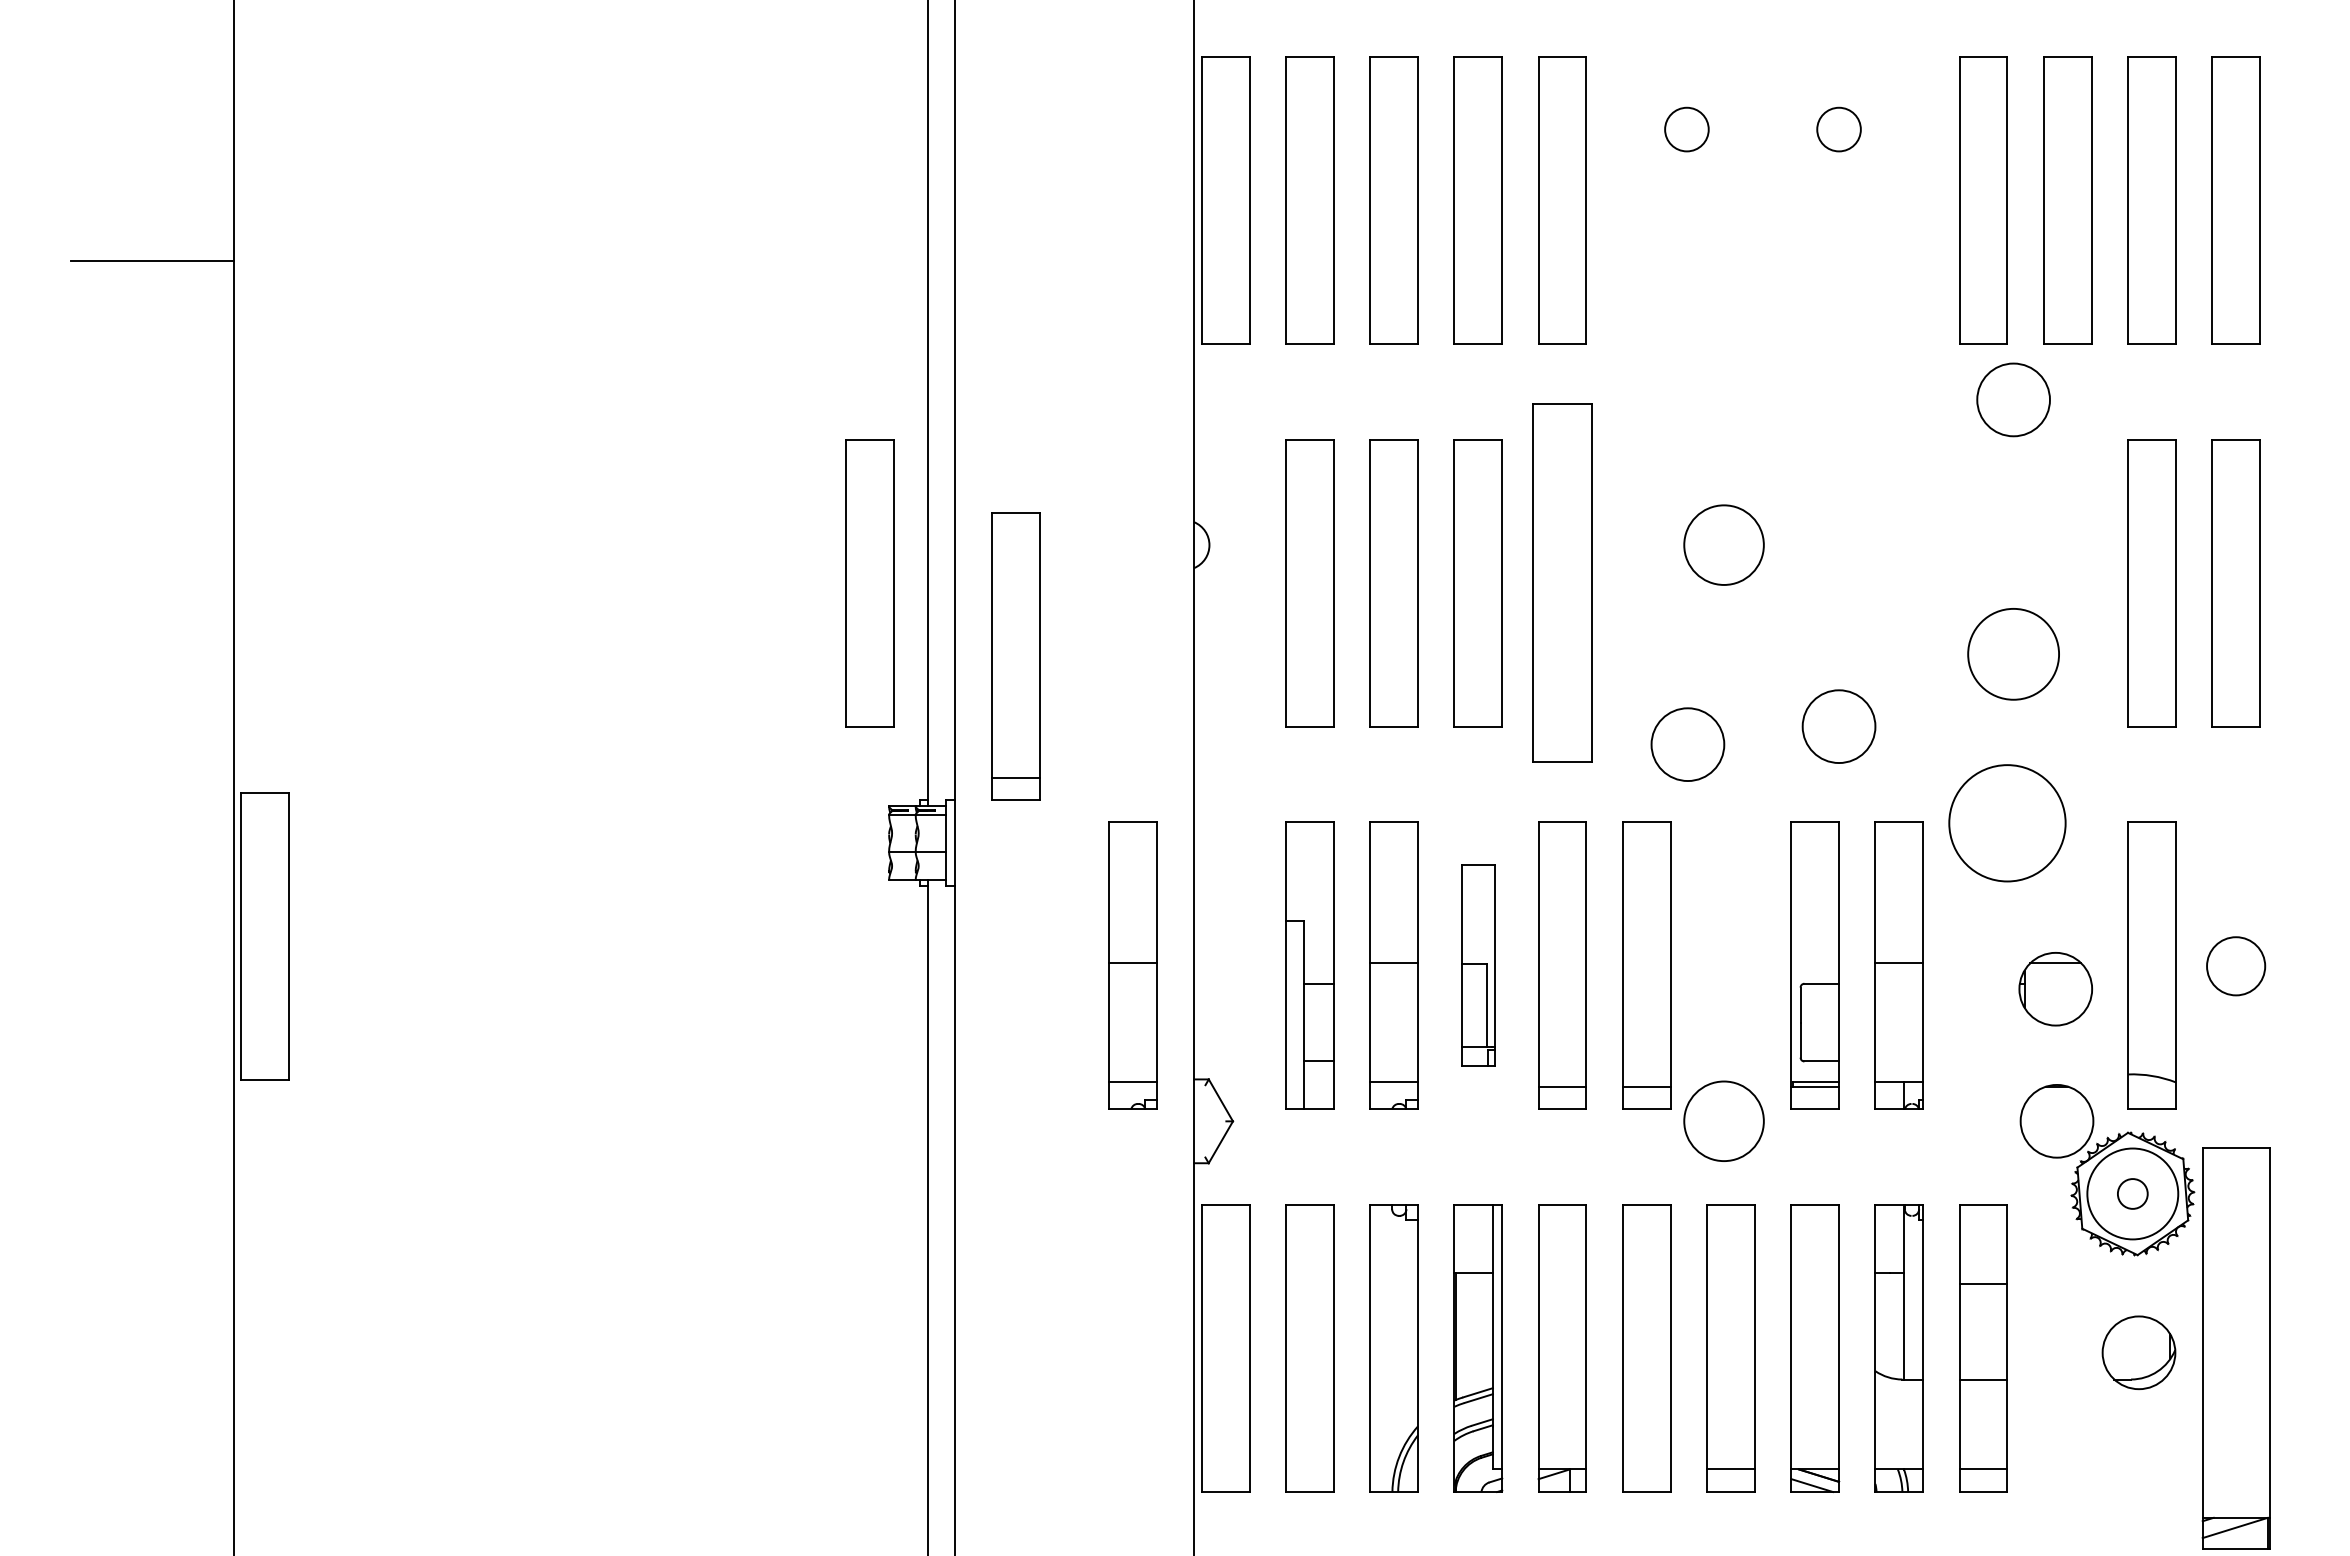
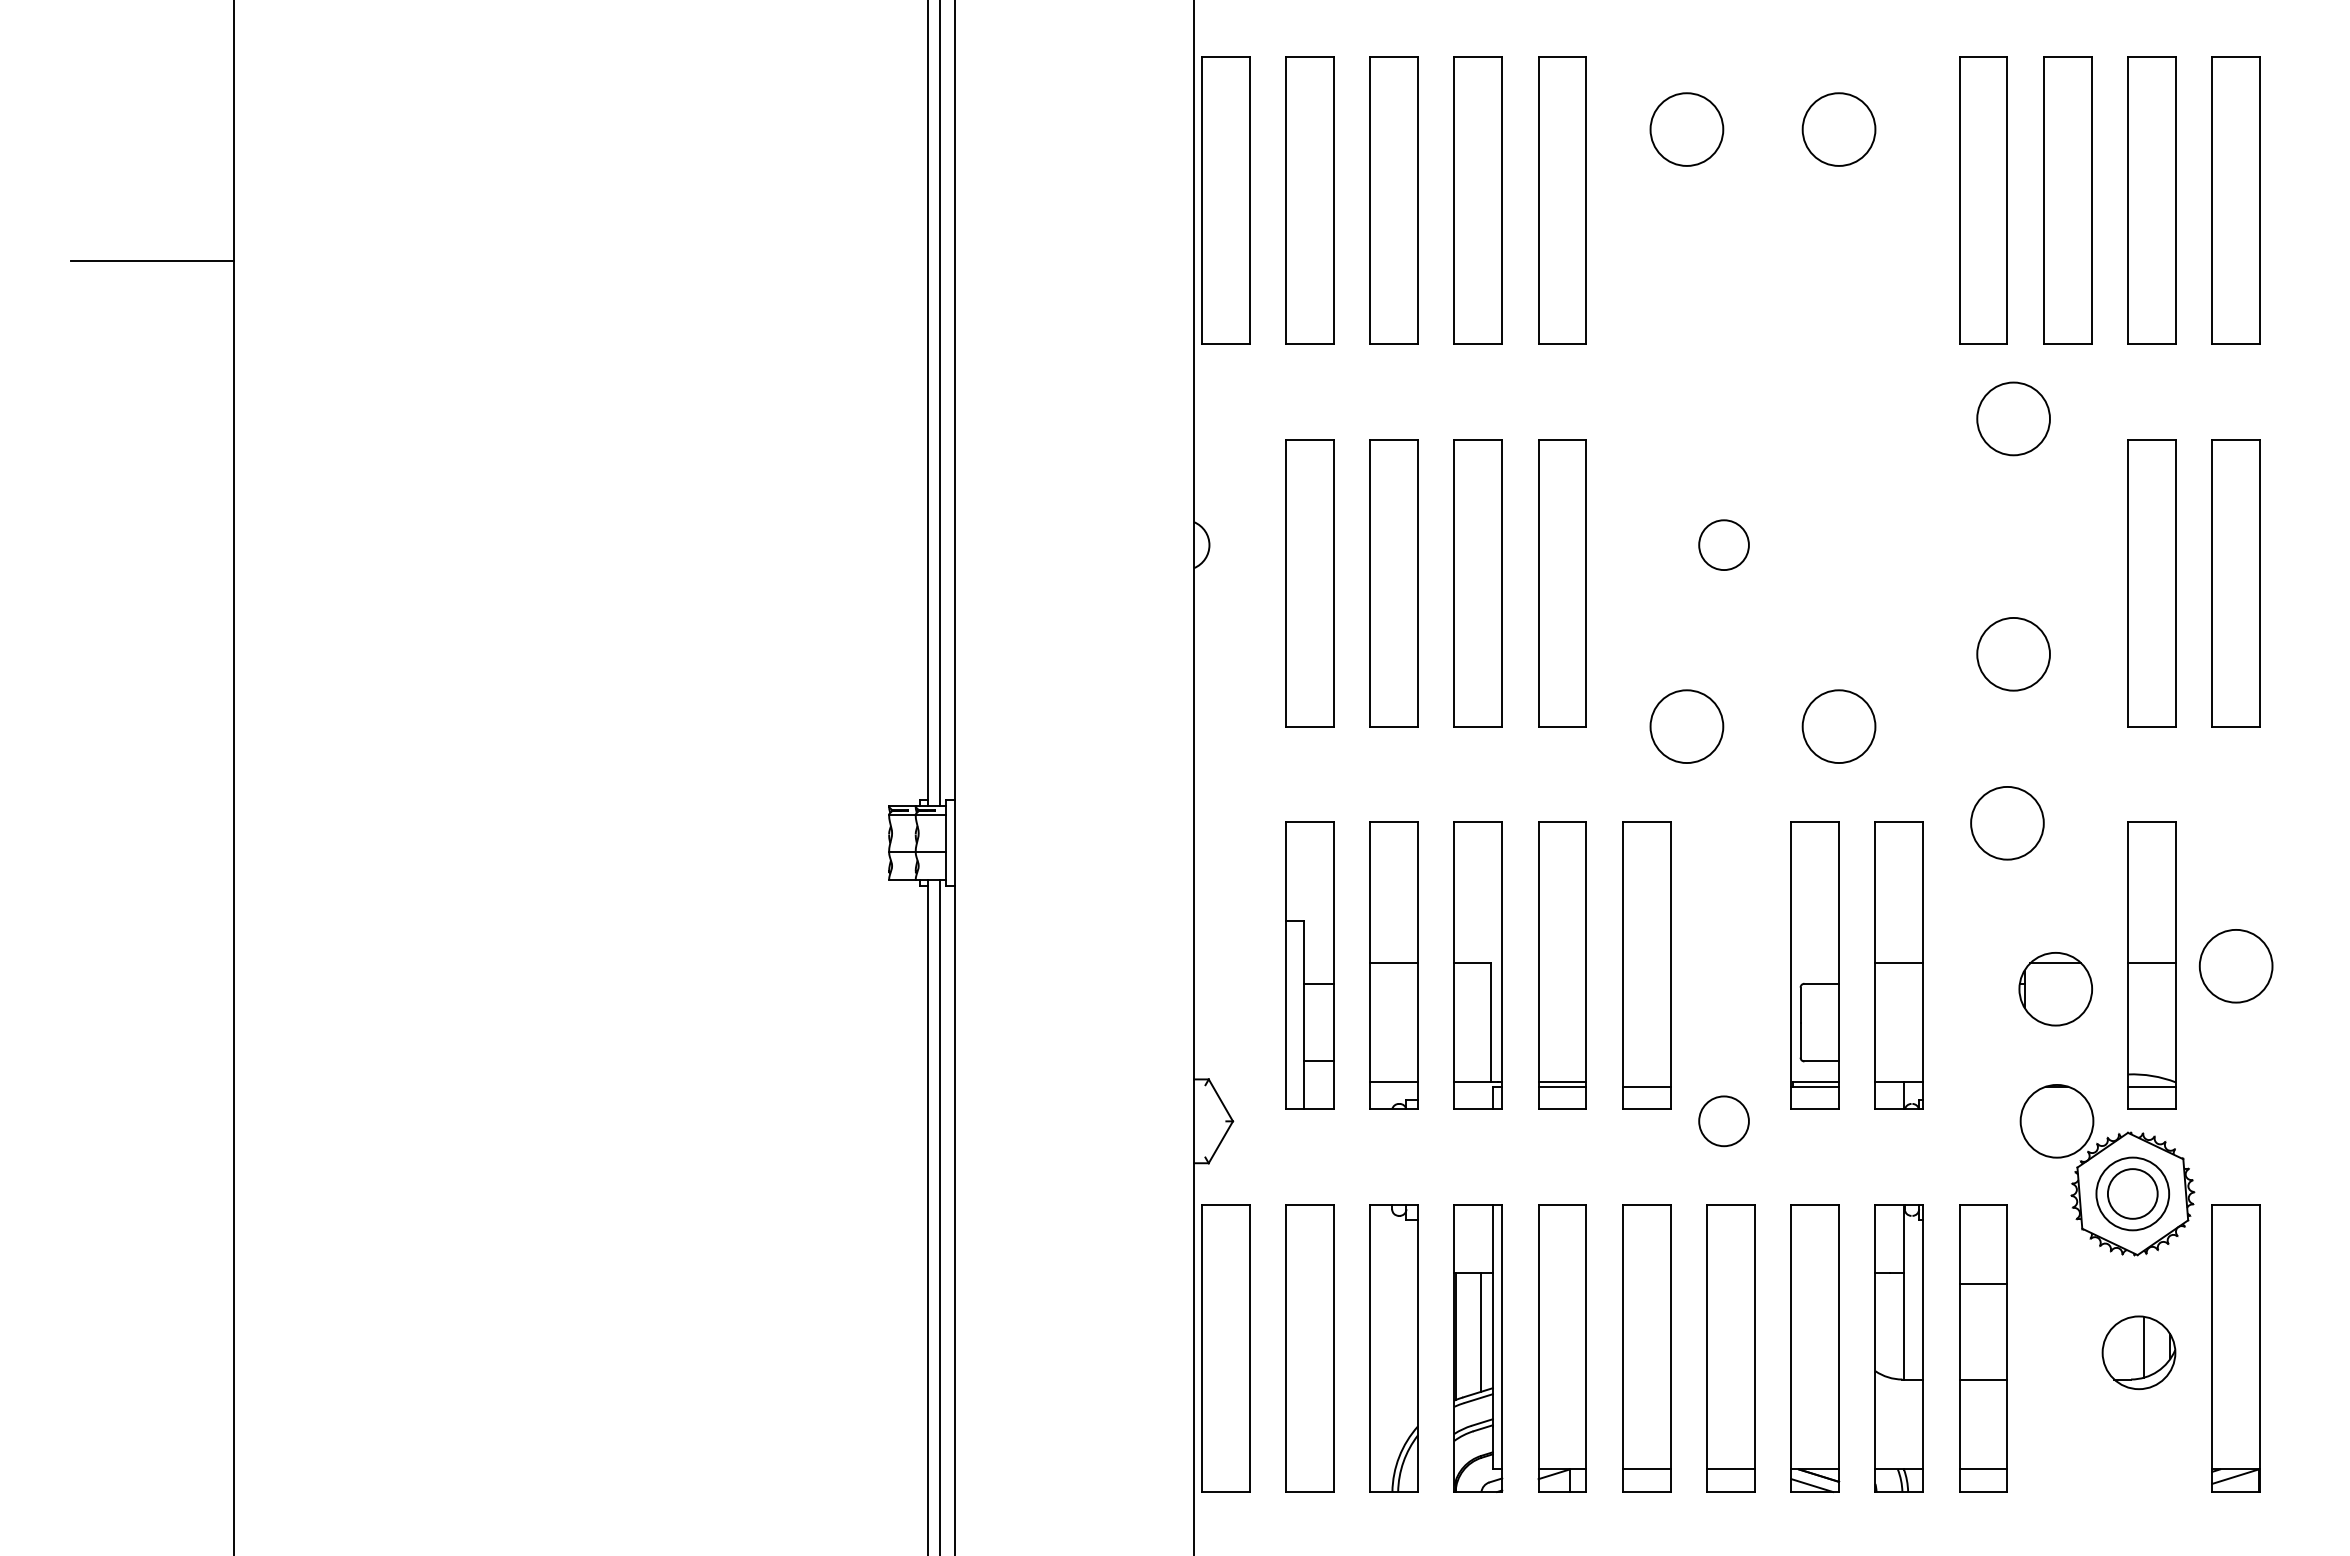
circle at (1686, 129) diameter: 44 px -> 73 px
circle at (1838, 129) diameter: 44 px -> 73 px
circle at (2013, 399) position: (2013, 399) -> (2013, 418)
line at (939, 404): none -> present
circle at (1723, 544) diameter: 80 px -> 50 px
part at (1562, 582) size: 61x360 px -> 49x289 px
part at (869, 583): present -> none
circle at (2013, 653) diameter: 91 px -> 73 px
part at (1015, 656): present -> none
circle at (1687, 744) position: (1687, 744) -> (1686, 726)
circle at (2007, 823) diameter: 116 px -> 73 px
part at (264, 936): present -> none
line at (2151, 963): none -> present
part at (1132, 965): present -> none
part at (1478, 965) size: 35x203 px -> 50x289 px
circle at (2236, 966) size: 61x61 px -> 76x75 px
line at (1562, 1081): none -> present
line at (2151, 1086): none -> present
circle at (1723, 1121) diameter: 80 px -> 50 px
circle at (2132, 1193) diameter: 30 px -> 50 px
circle at (2132, 1193) diameter: 91 px -> 73 px
line at (939, 1216): none -> present
line at (1481, 1332): none -> present
line at (2144, 1346): none -> present
part at (2235, 1348) size: 70x403 px -> 50x289 px
line at (1646, 1469): none -> present
